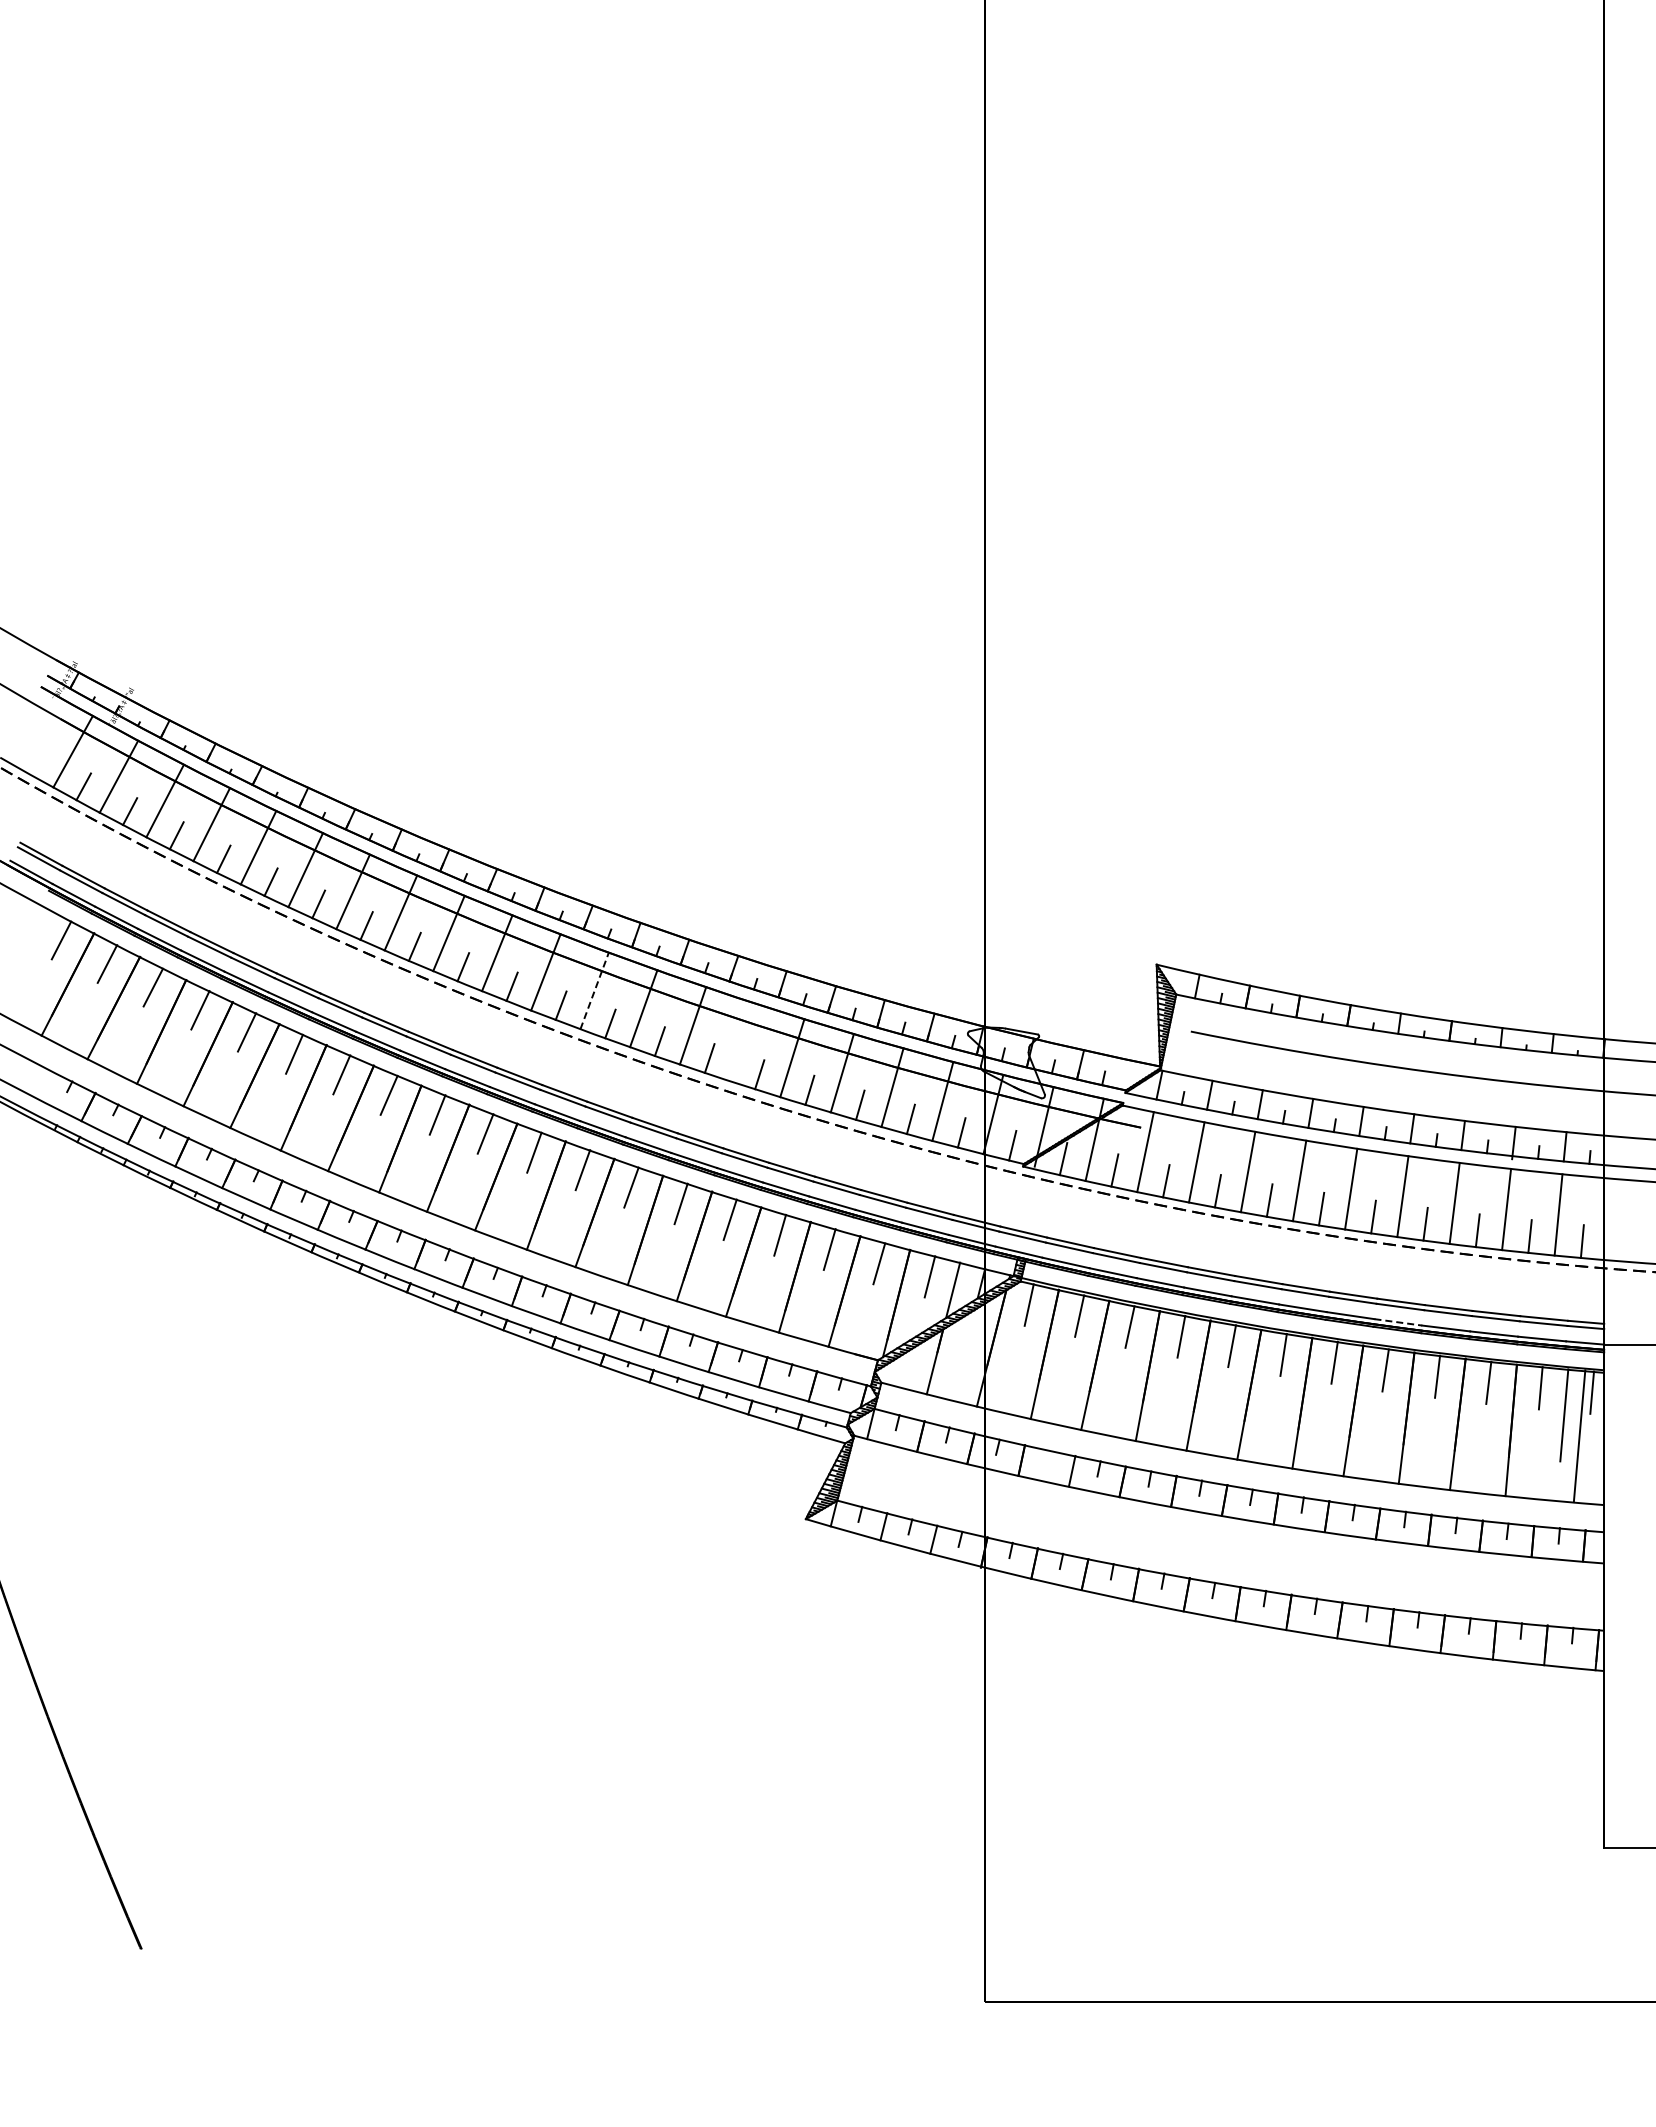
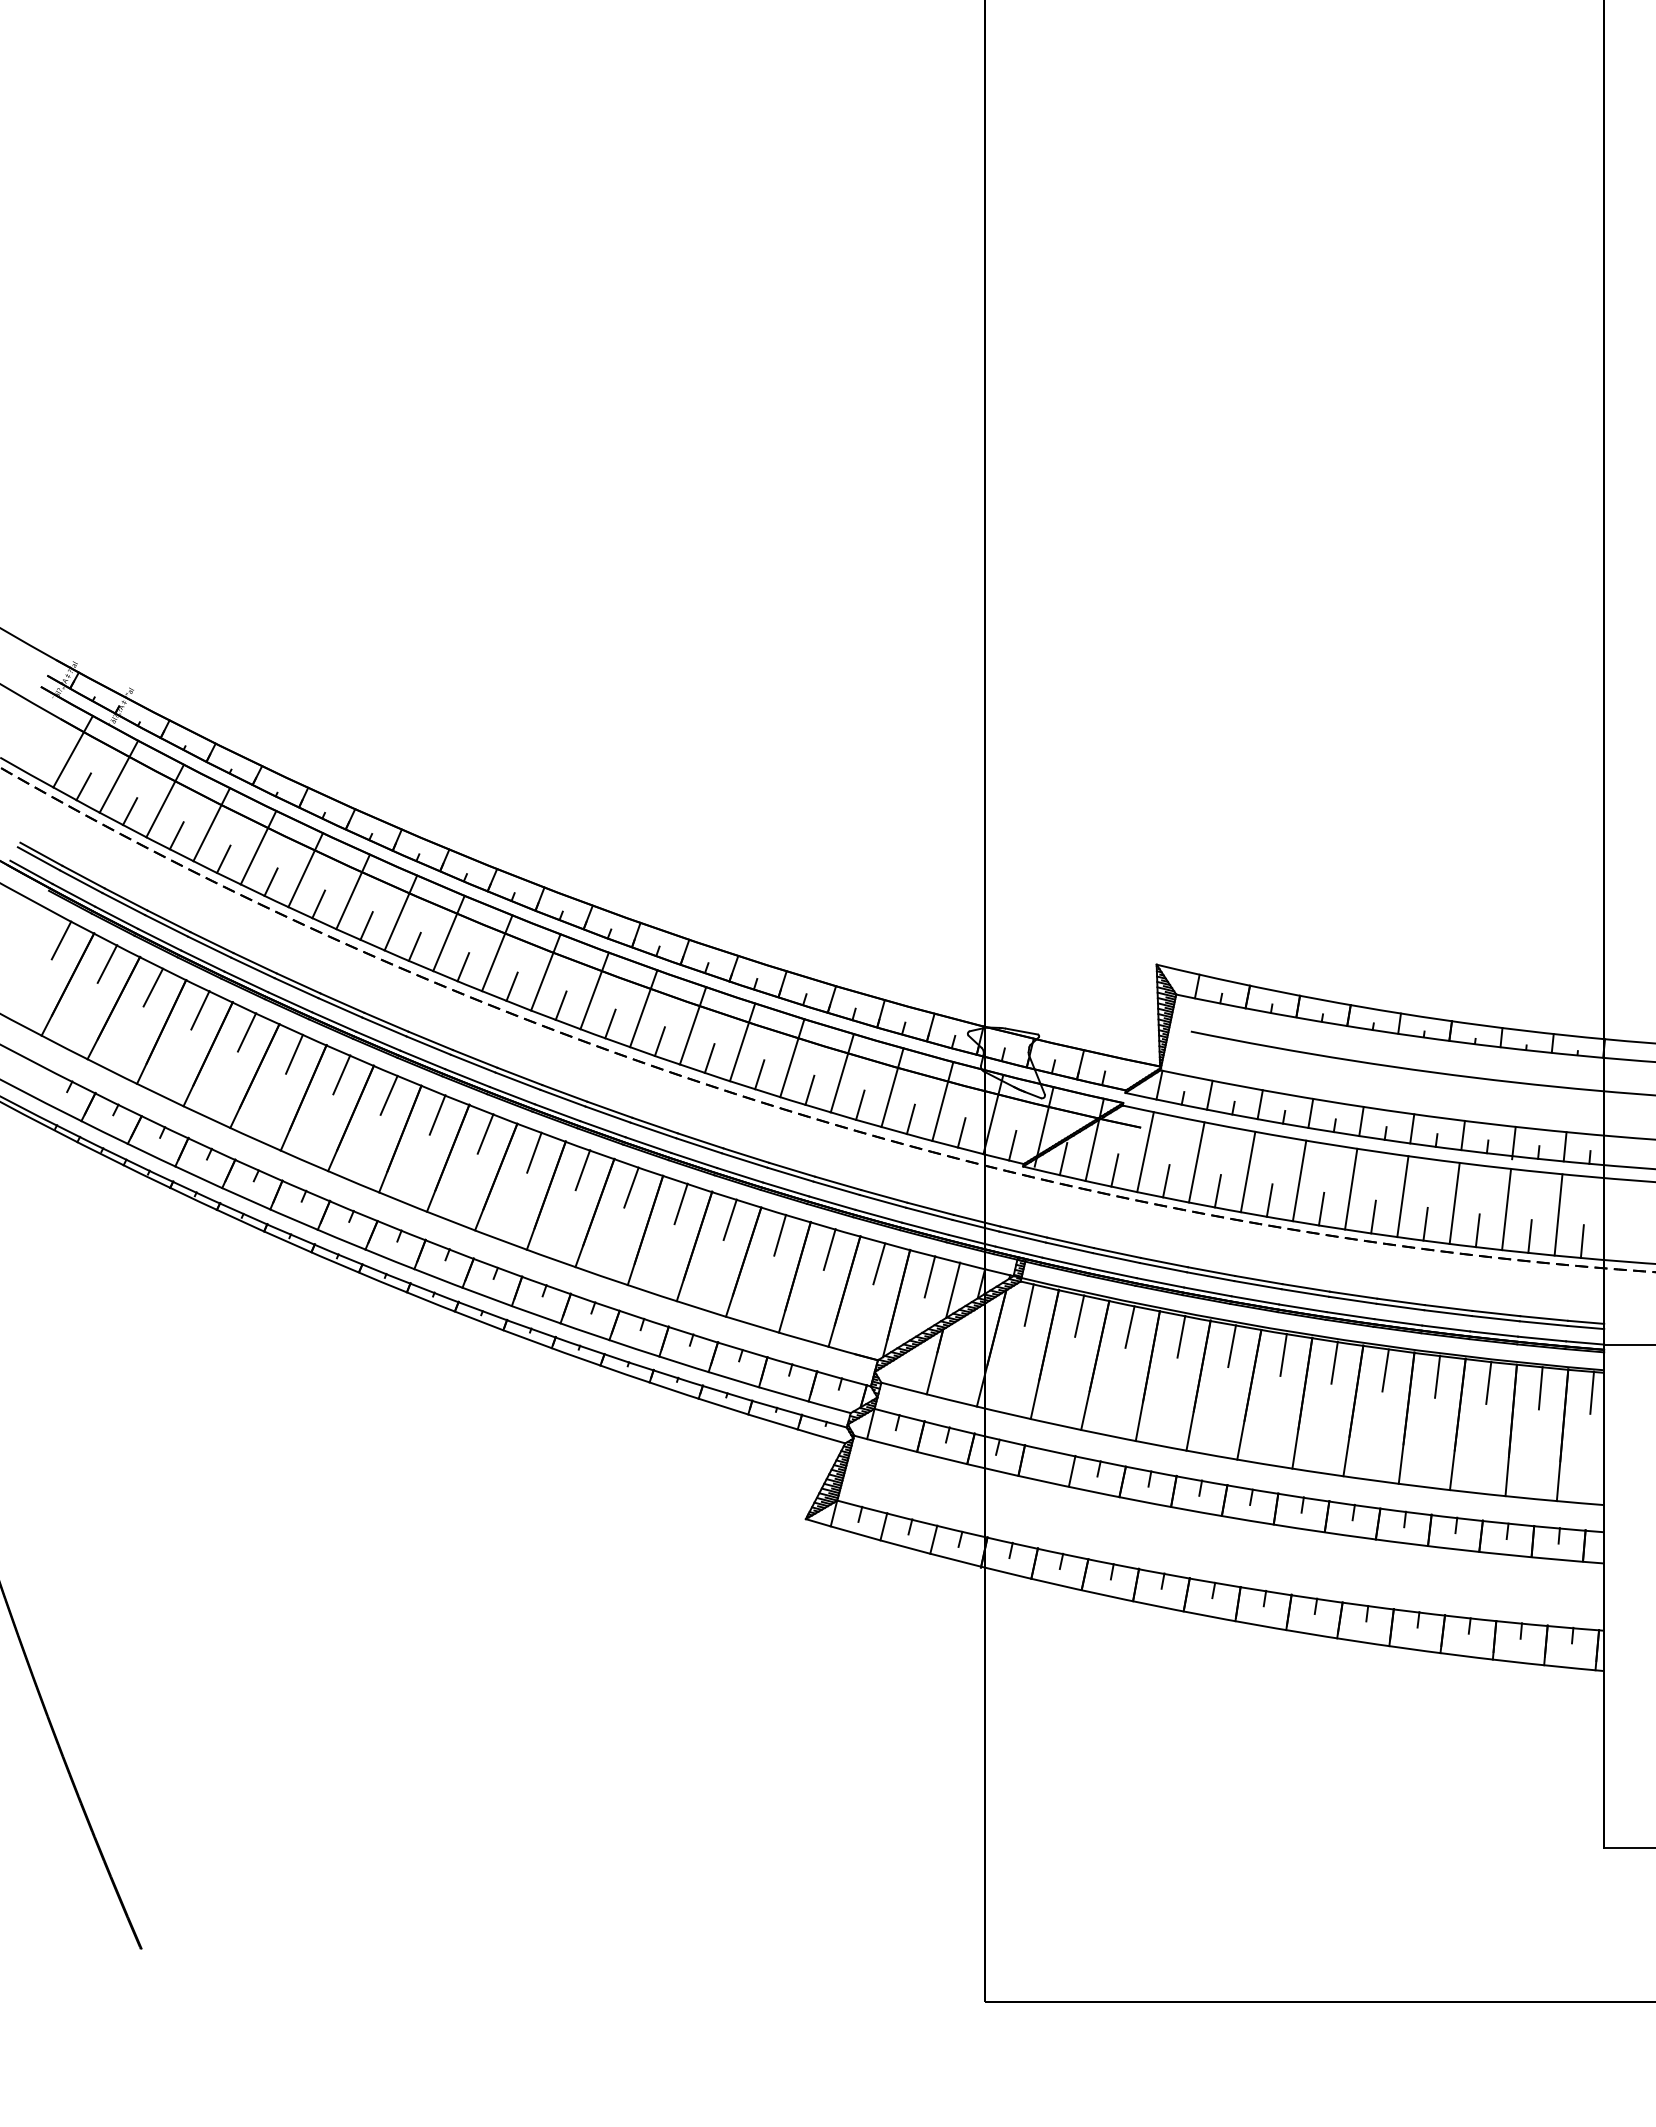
line at (594, 990): dashed -> solid
line at (742, 1042): none -> present
line at (1398, 1322): dashed -> solid
line at (1579, 1436) position: (1579, 1436) -> (1562, 1435)
